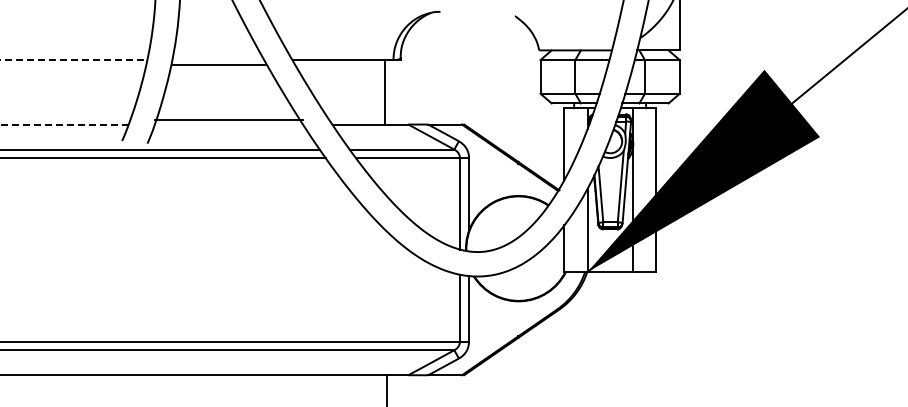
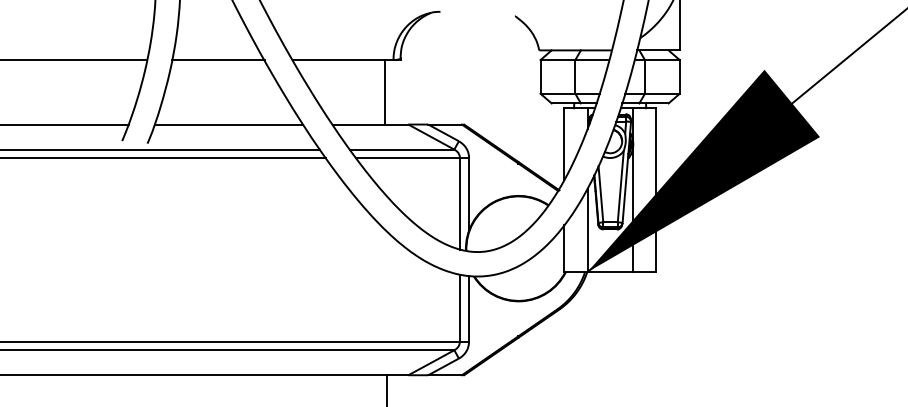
line at (74, 60): dashed -> solid
line at (218, 65) position: (218, 65) -> (218, 60)
line at (228, 119) position: (228, 119) -> (228, 124)
line at (64, 124): dashed -> solid
